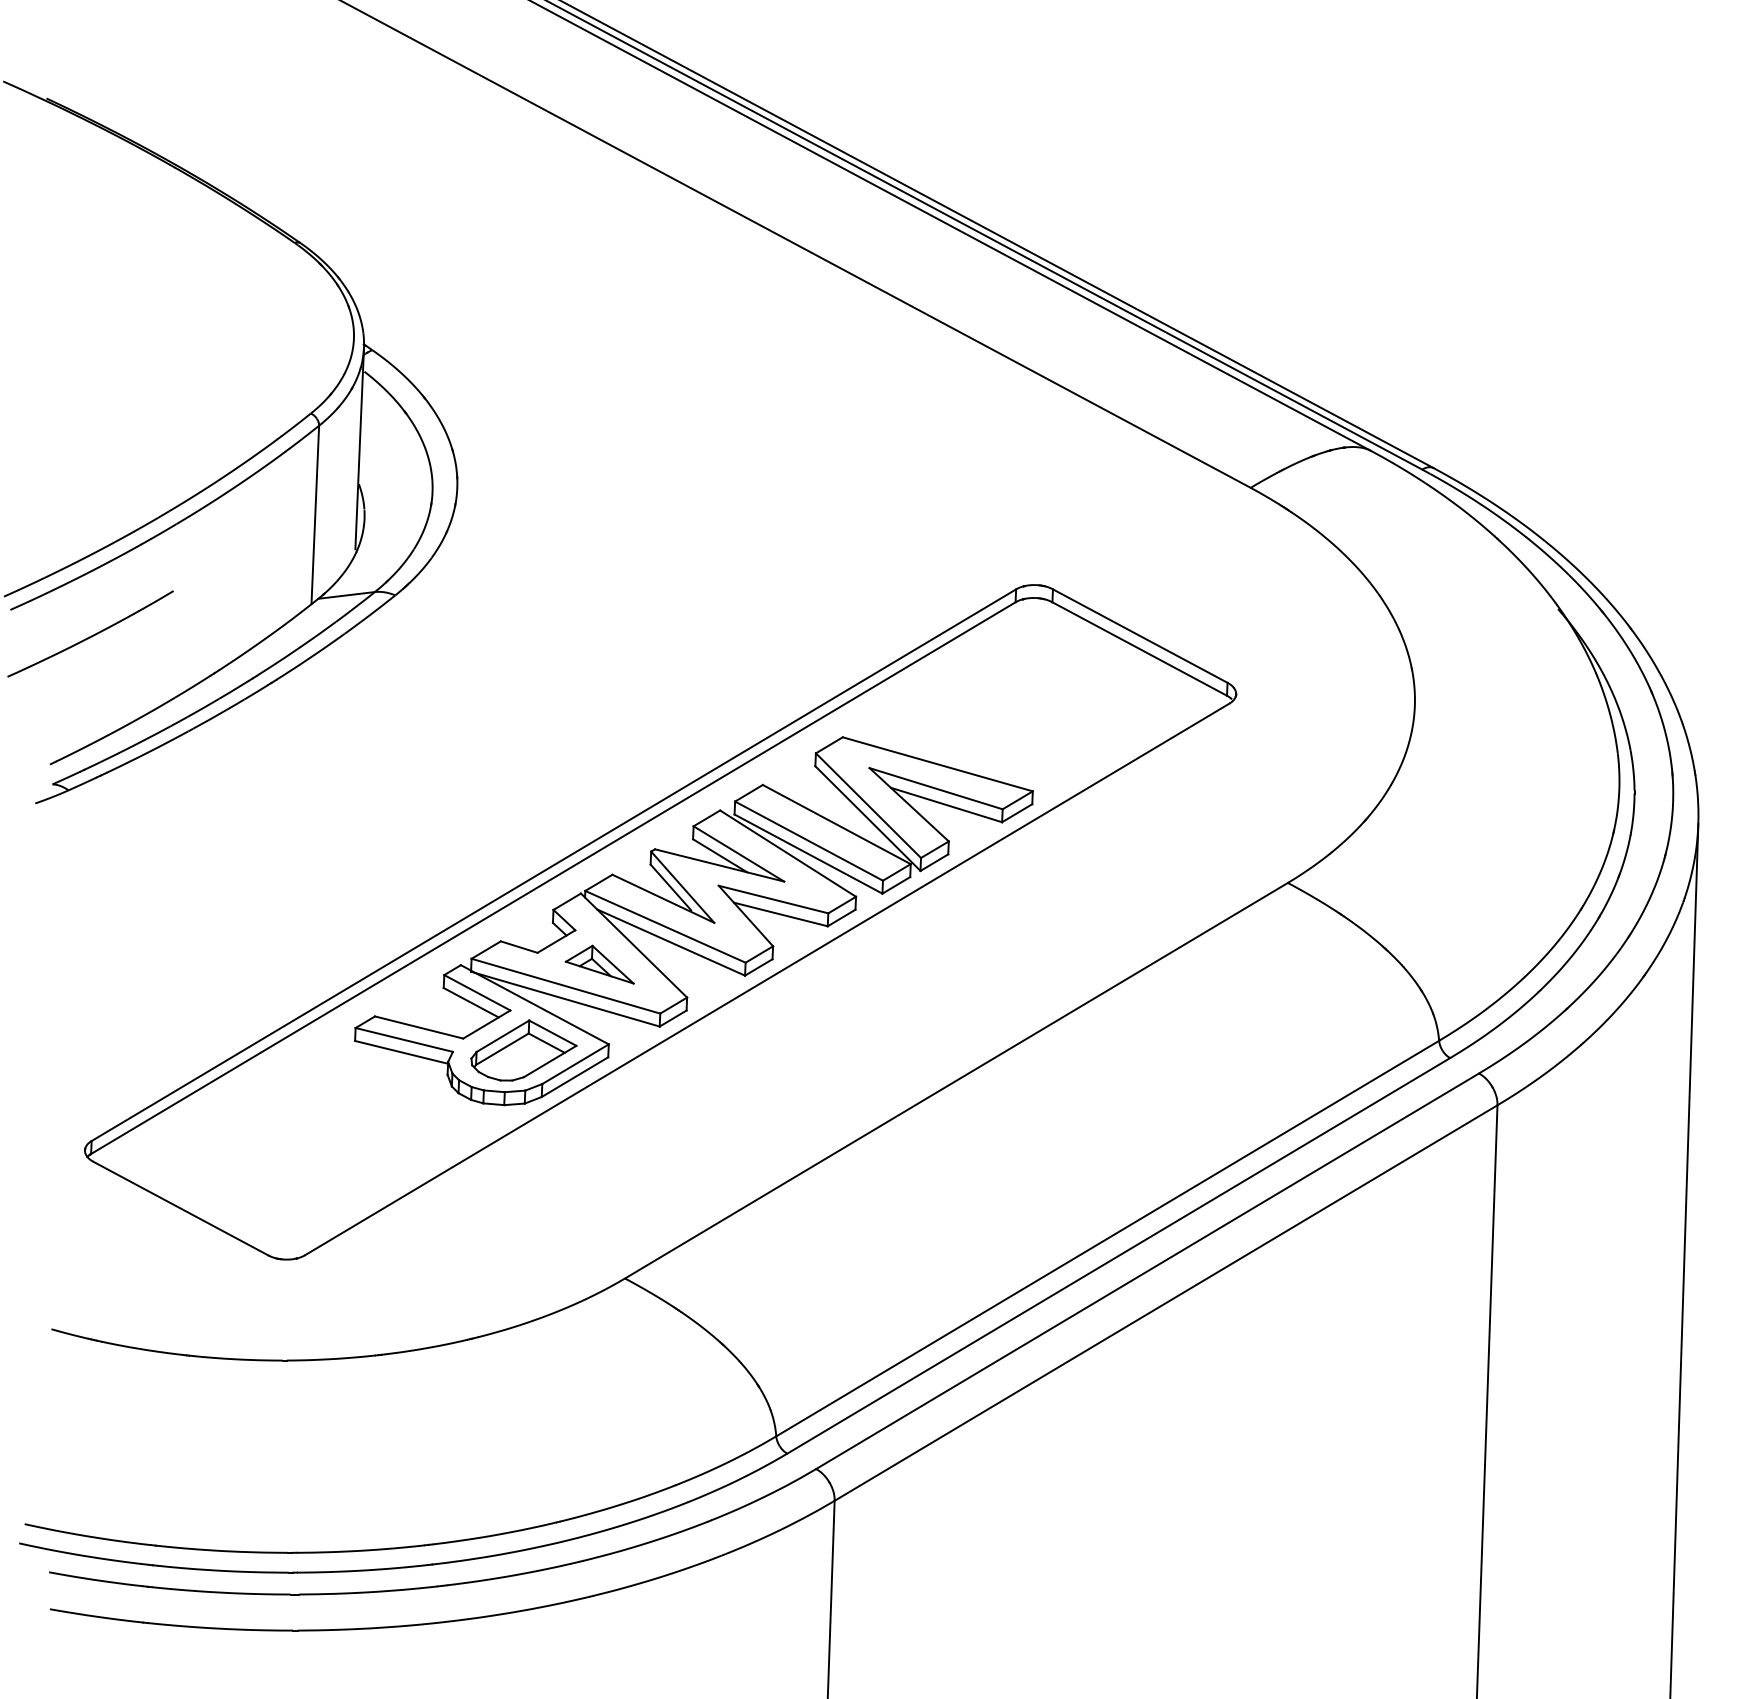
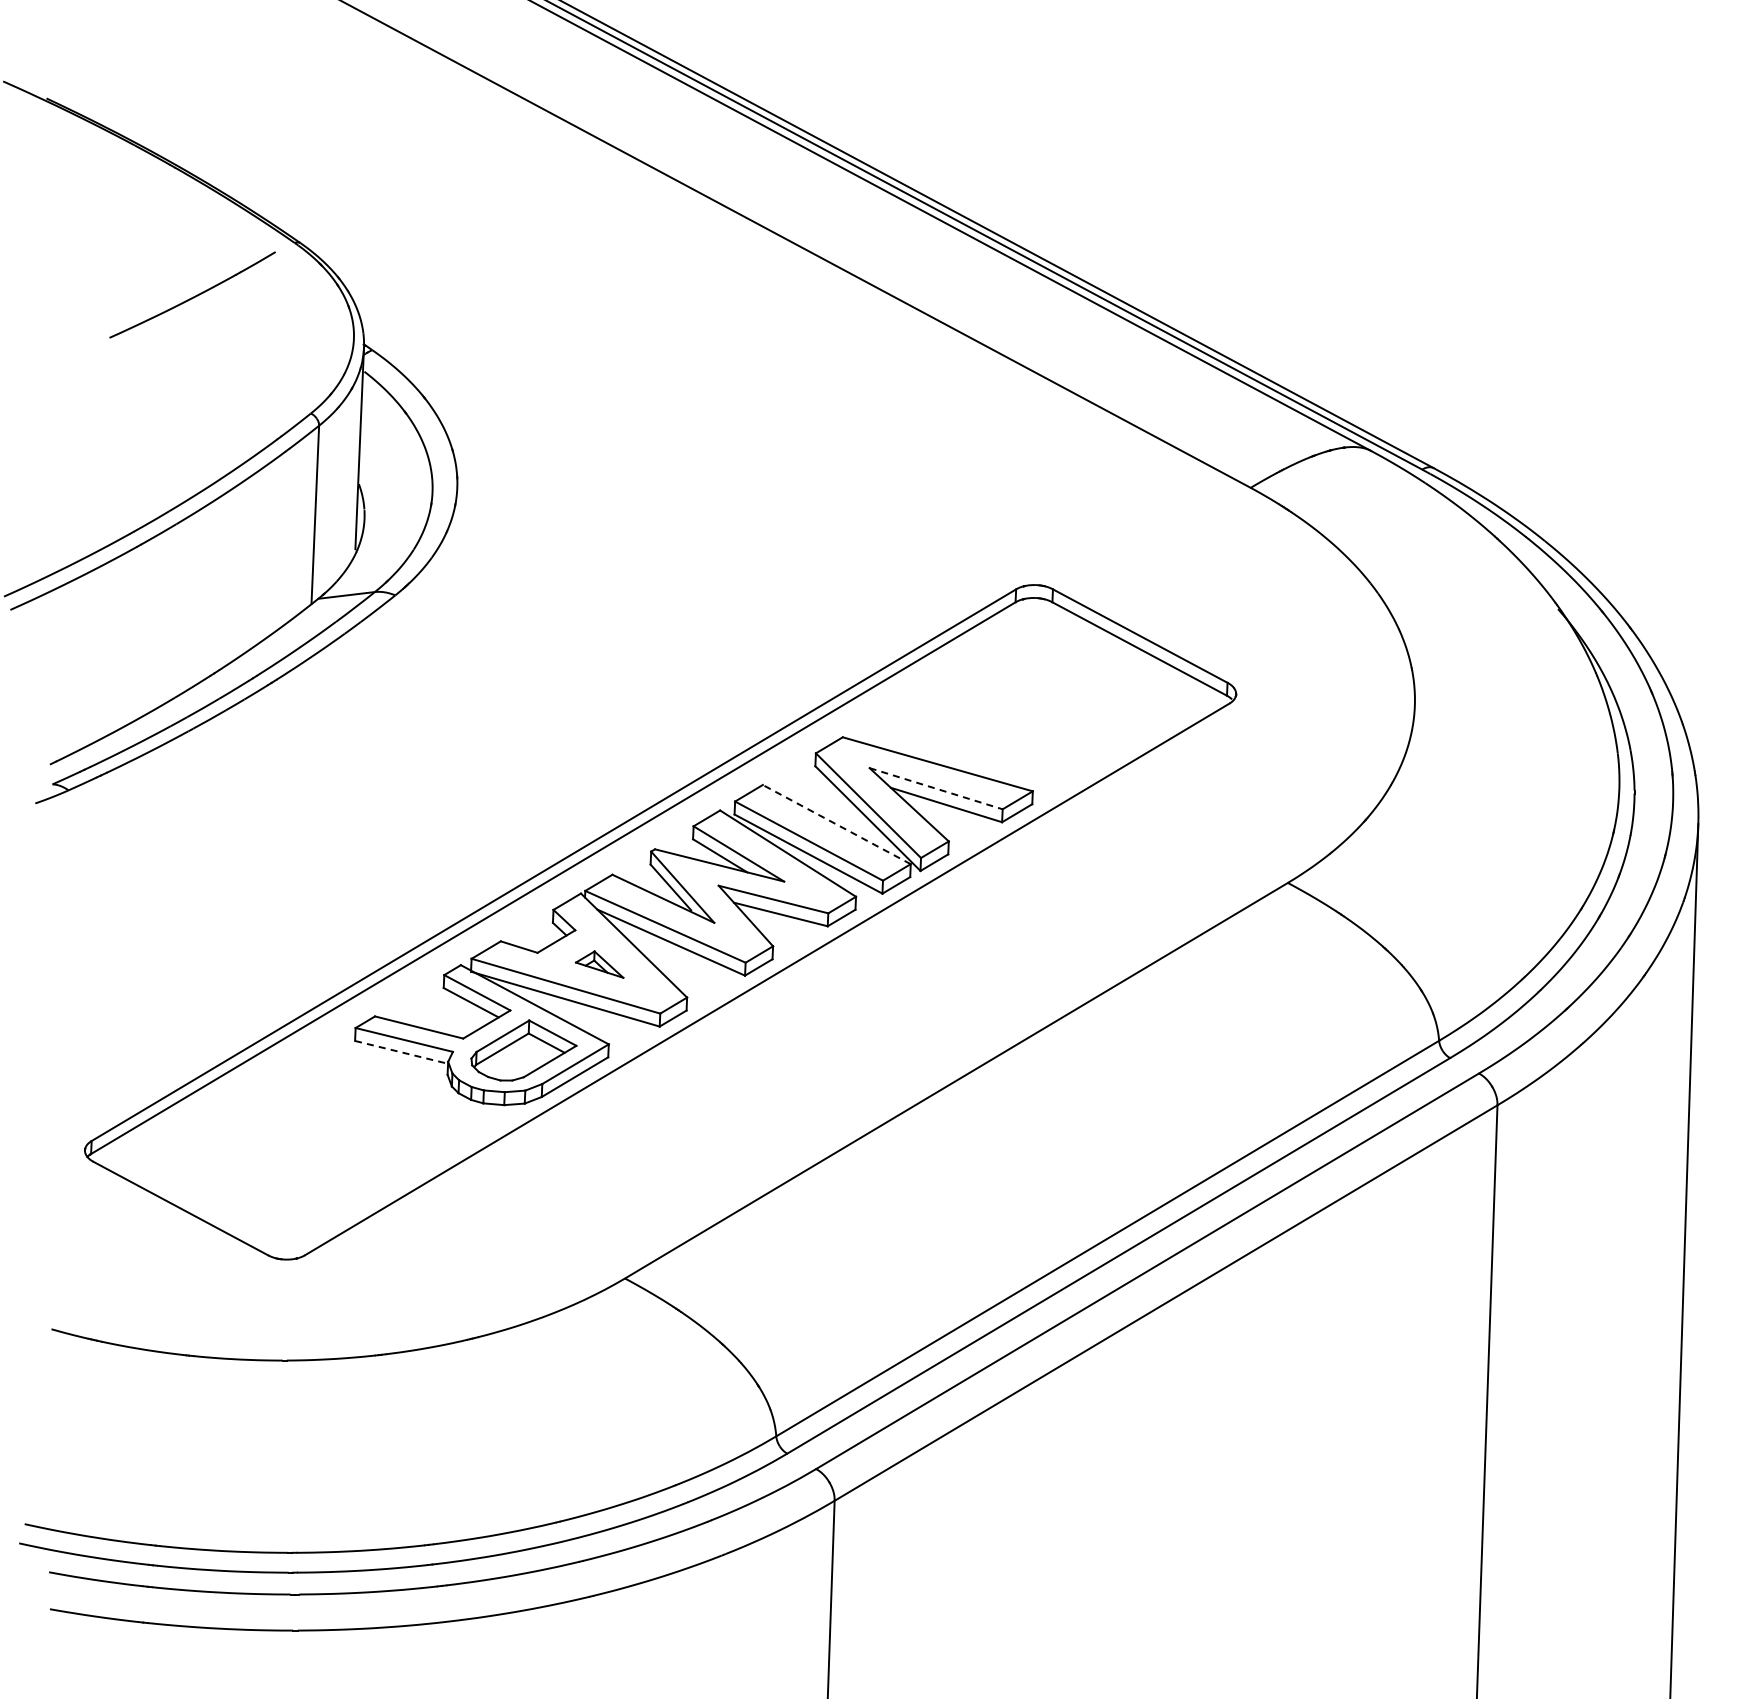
part at (90, 633) position: (90, 633) -> (192, 294)
line at (936, 788): solid -> dashed
line at (836, 824): solid -> dashed
part at (599, 964) size: 71x41 px -> 51x29 px
line at (401, 1052): solid -> dashed
